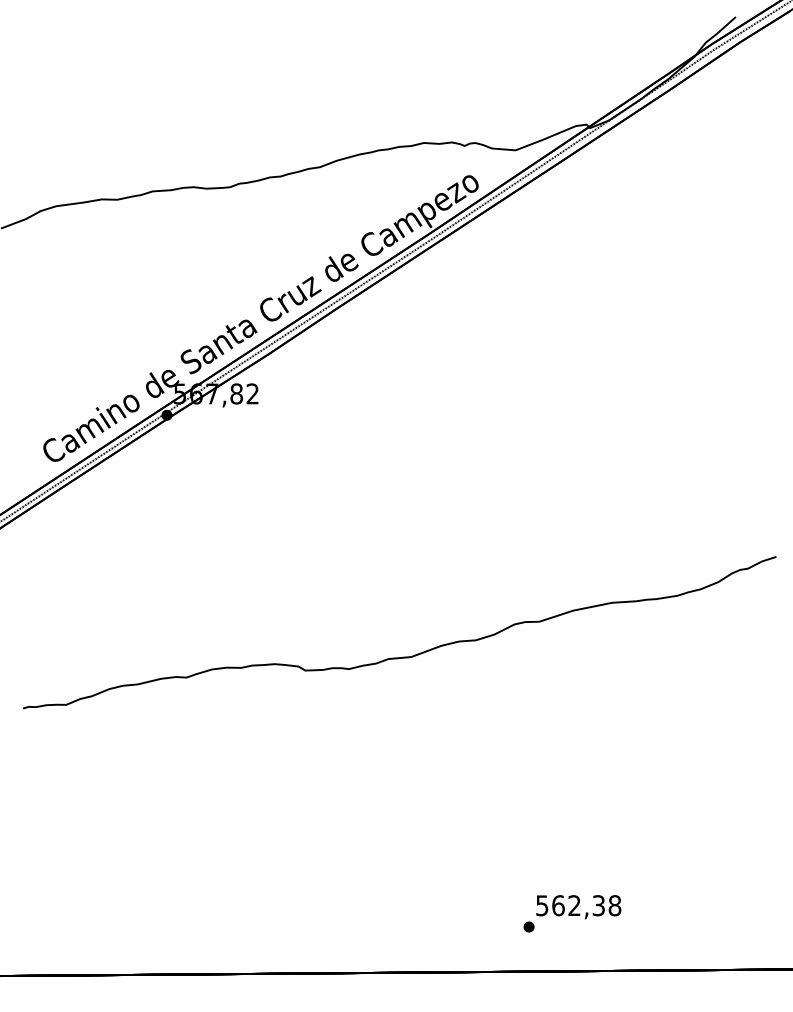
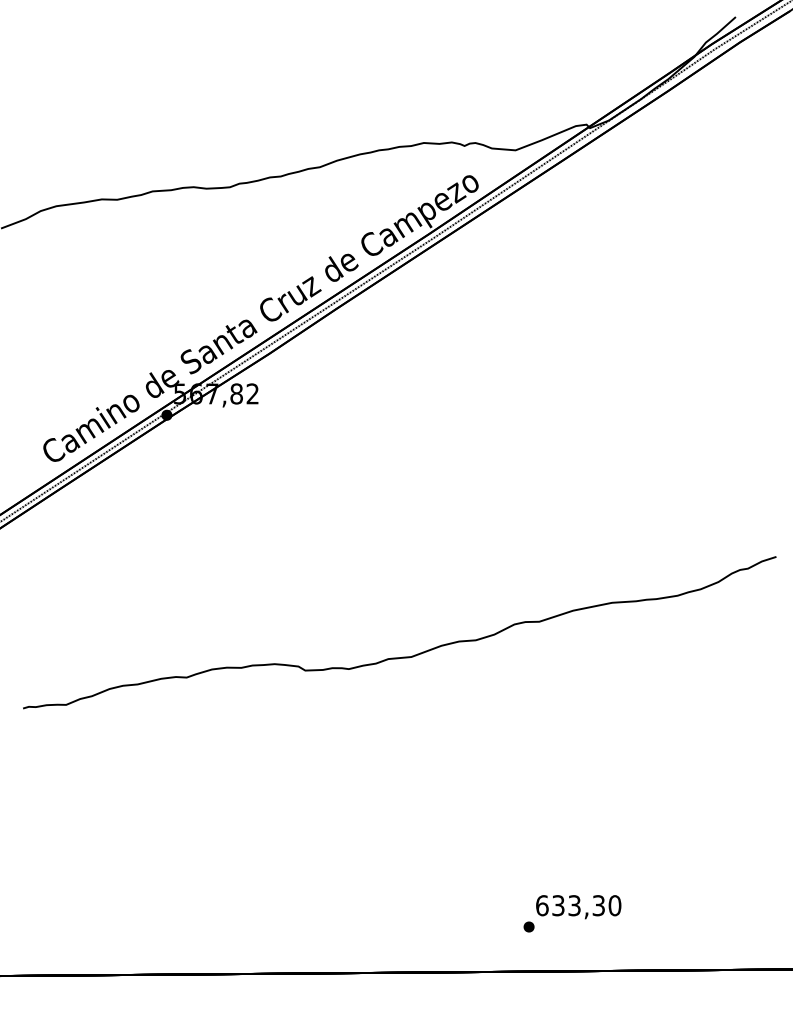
text at (578, 905): 562,38 -> 633,30
